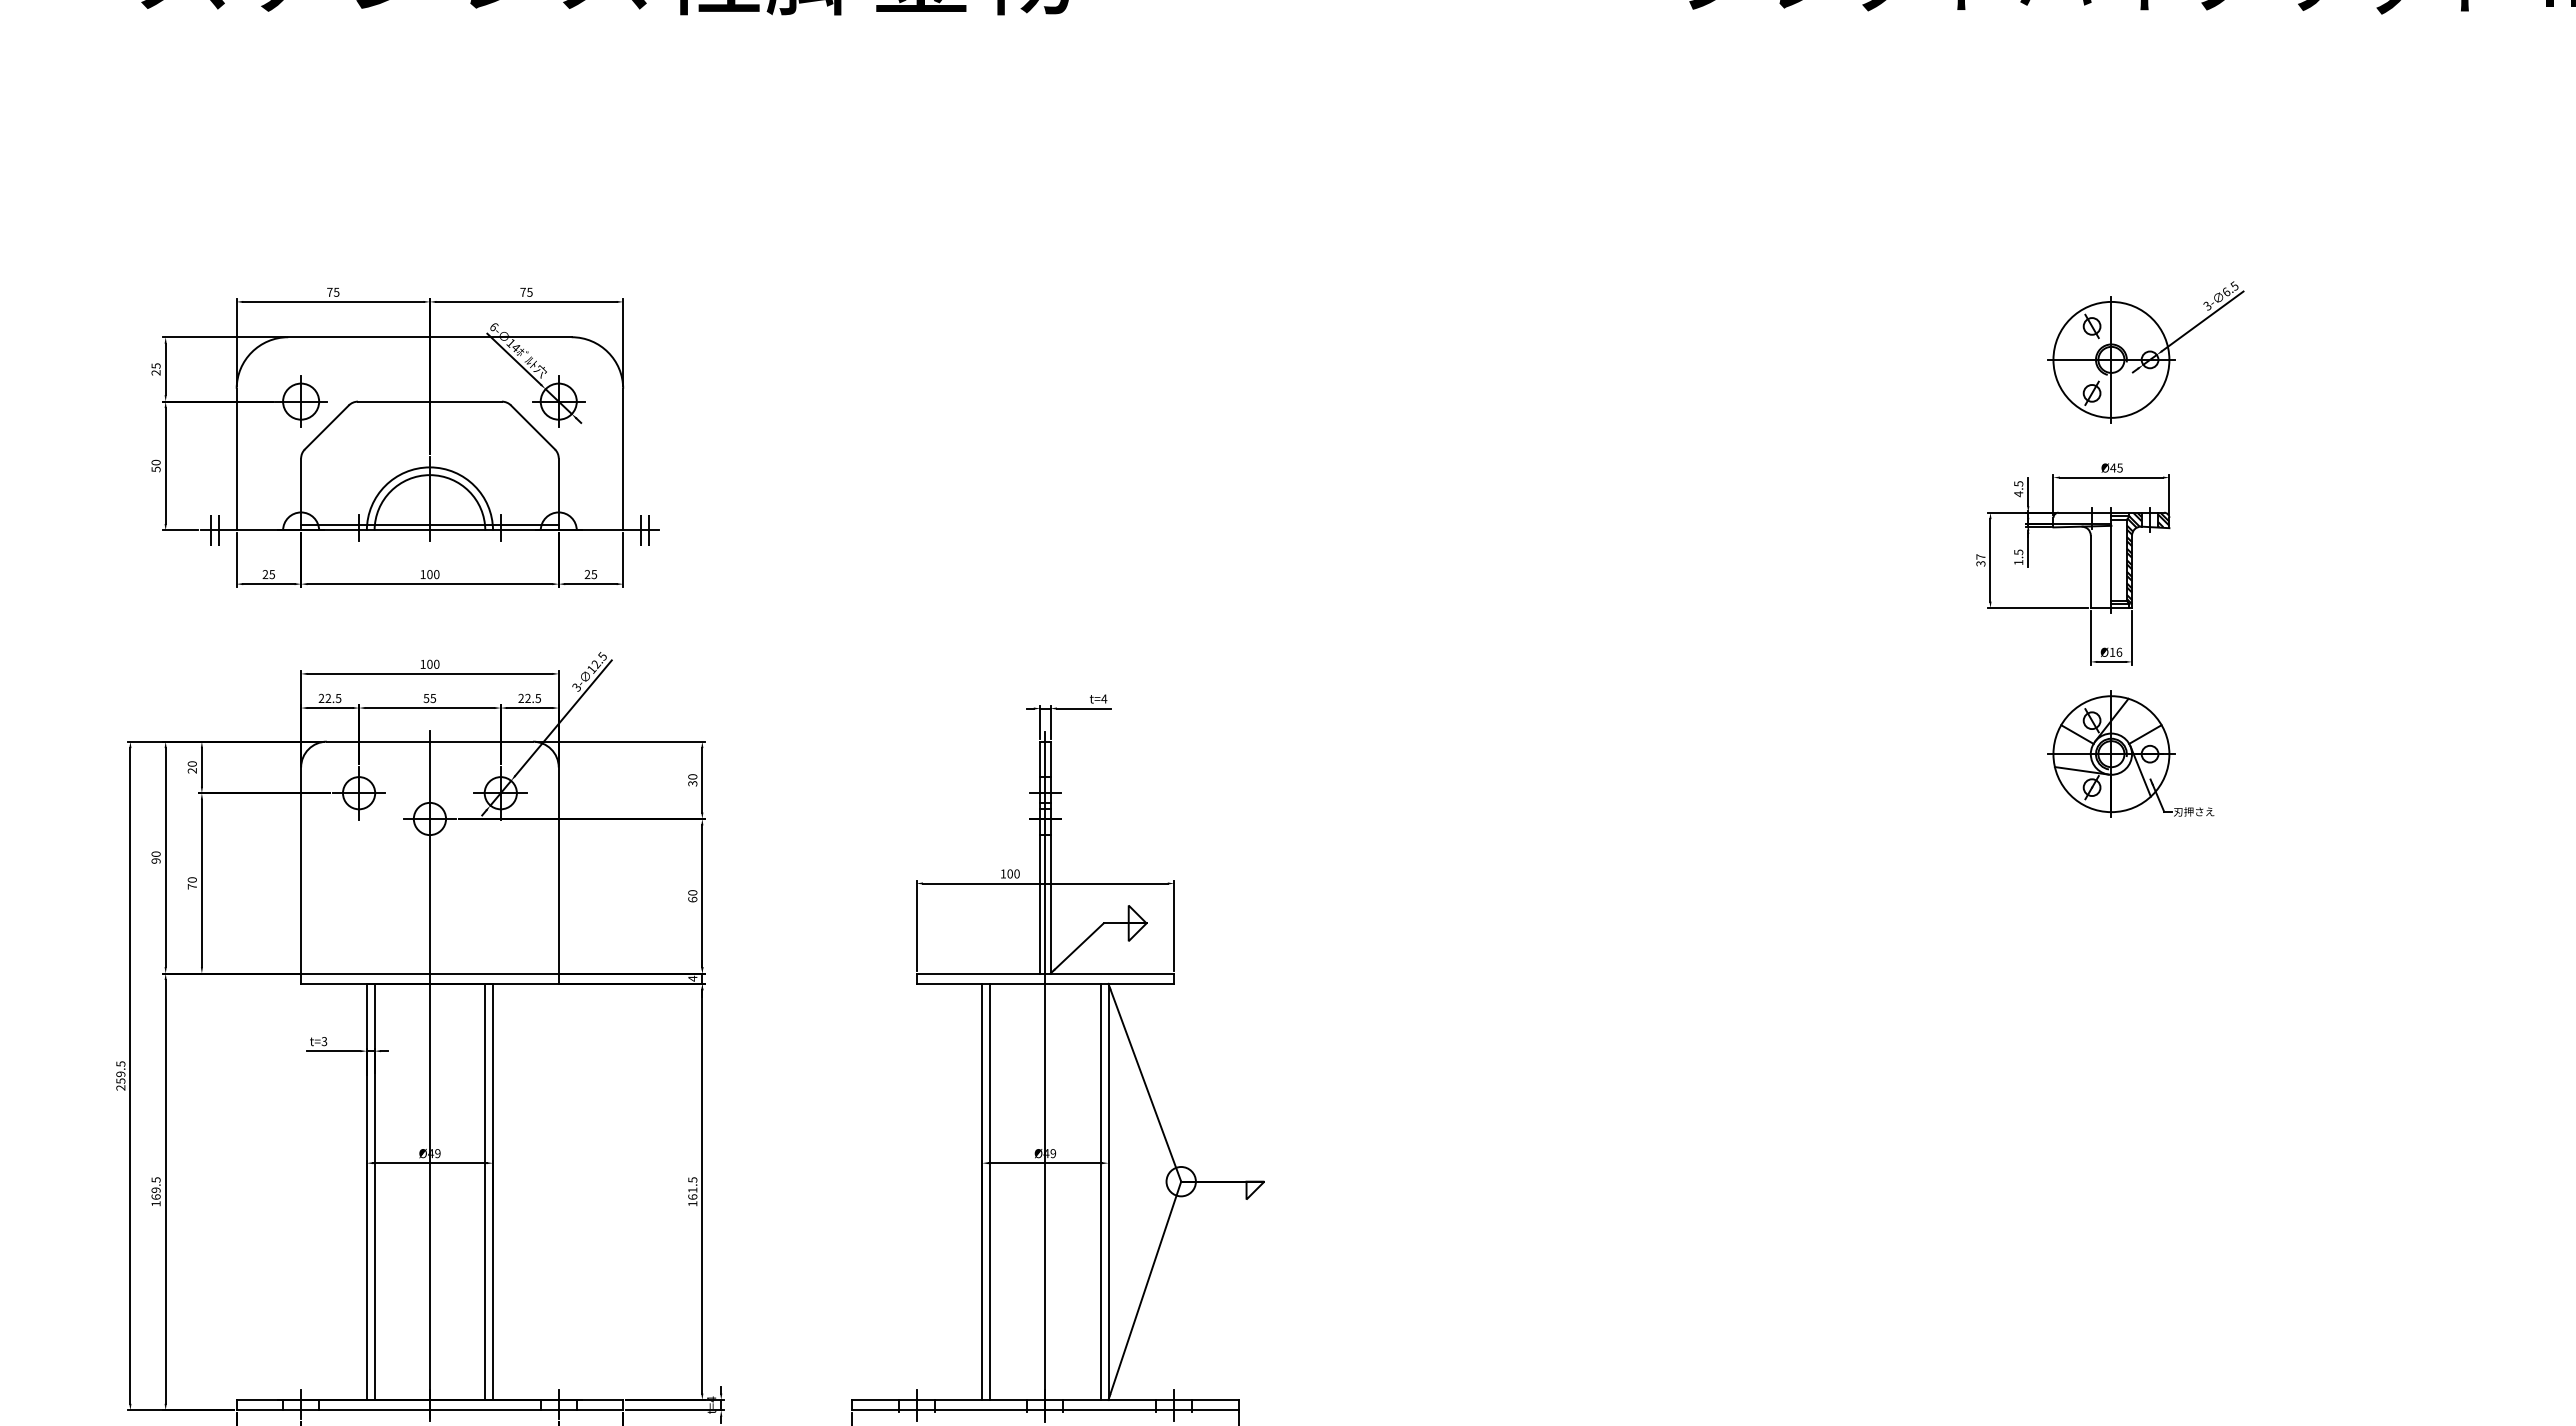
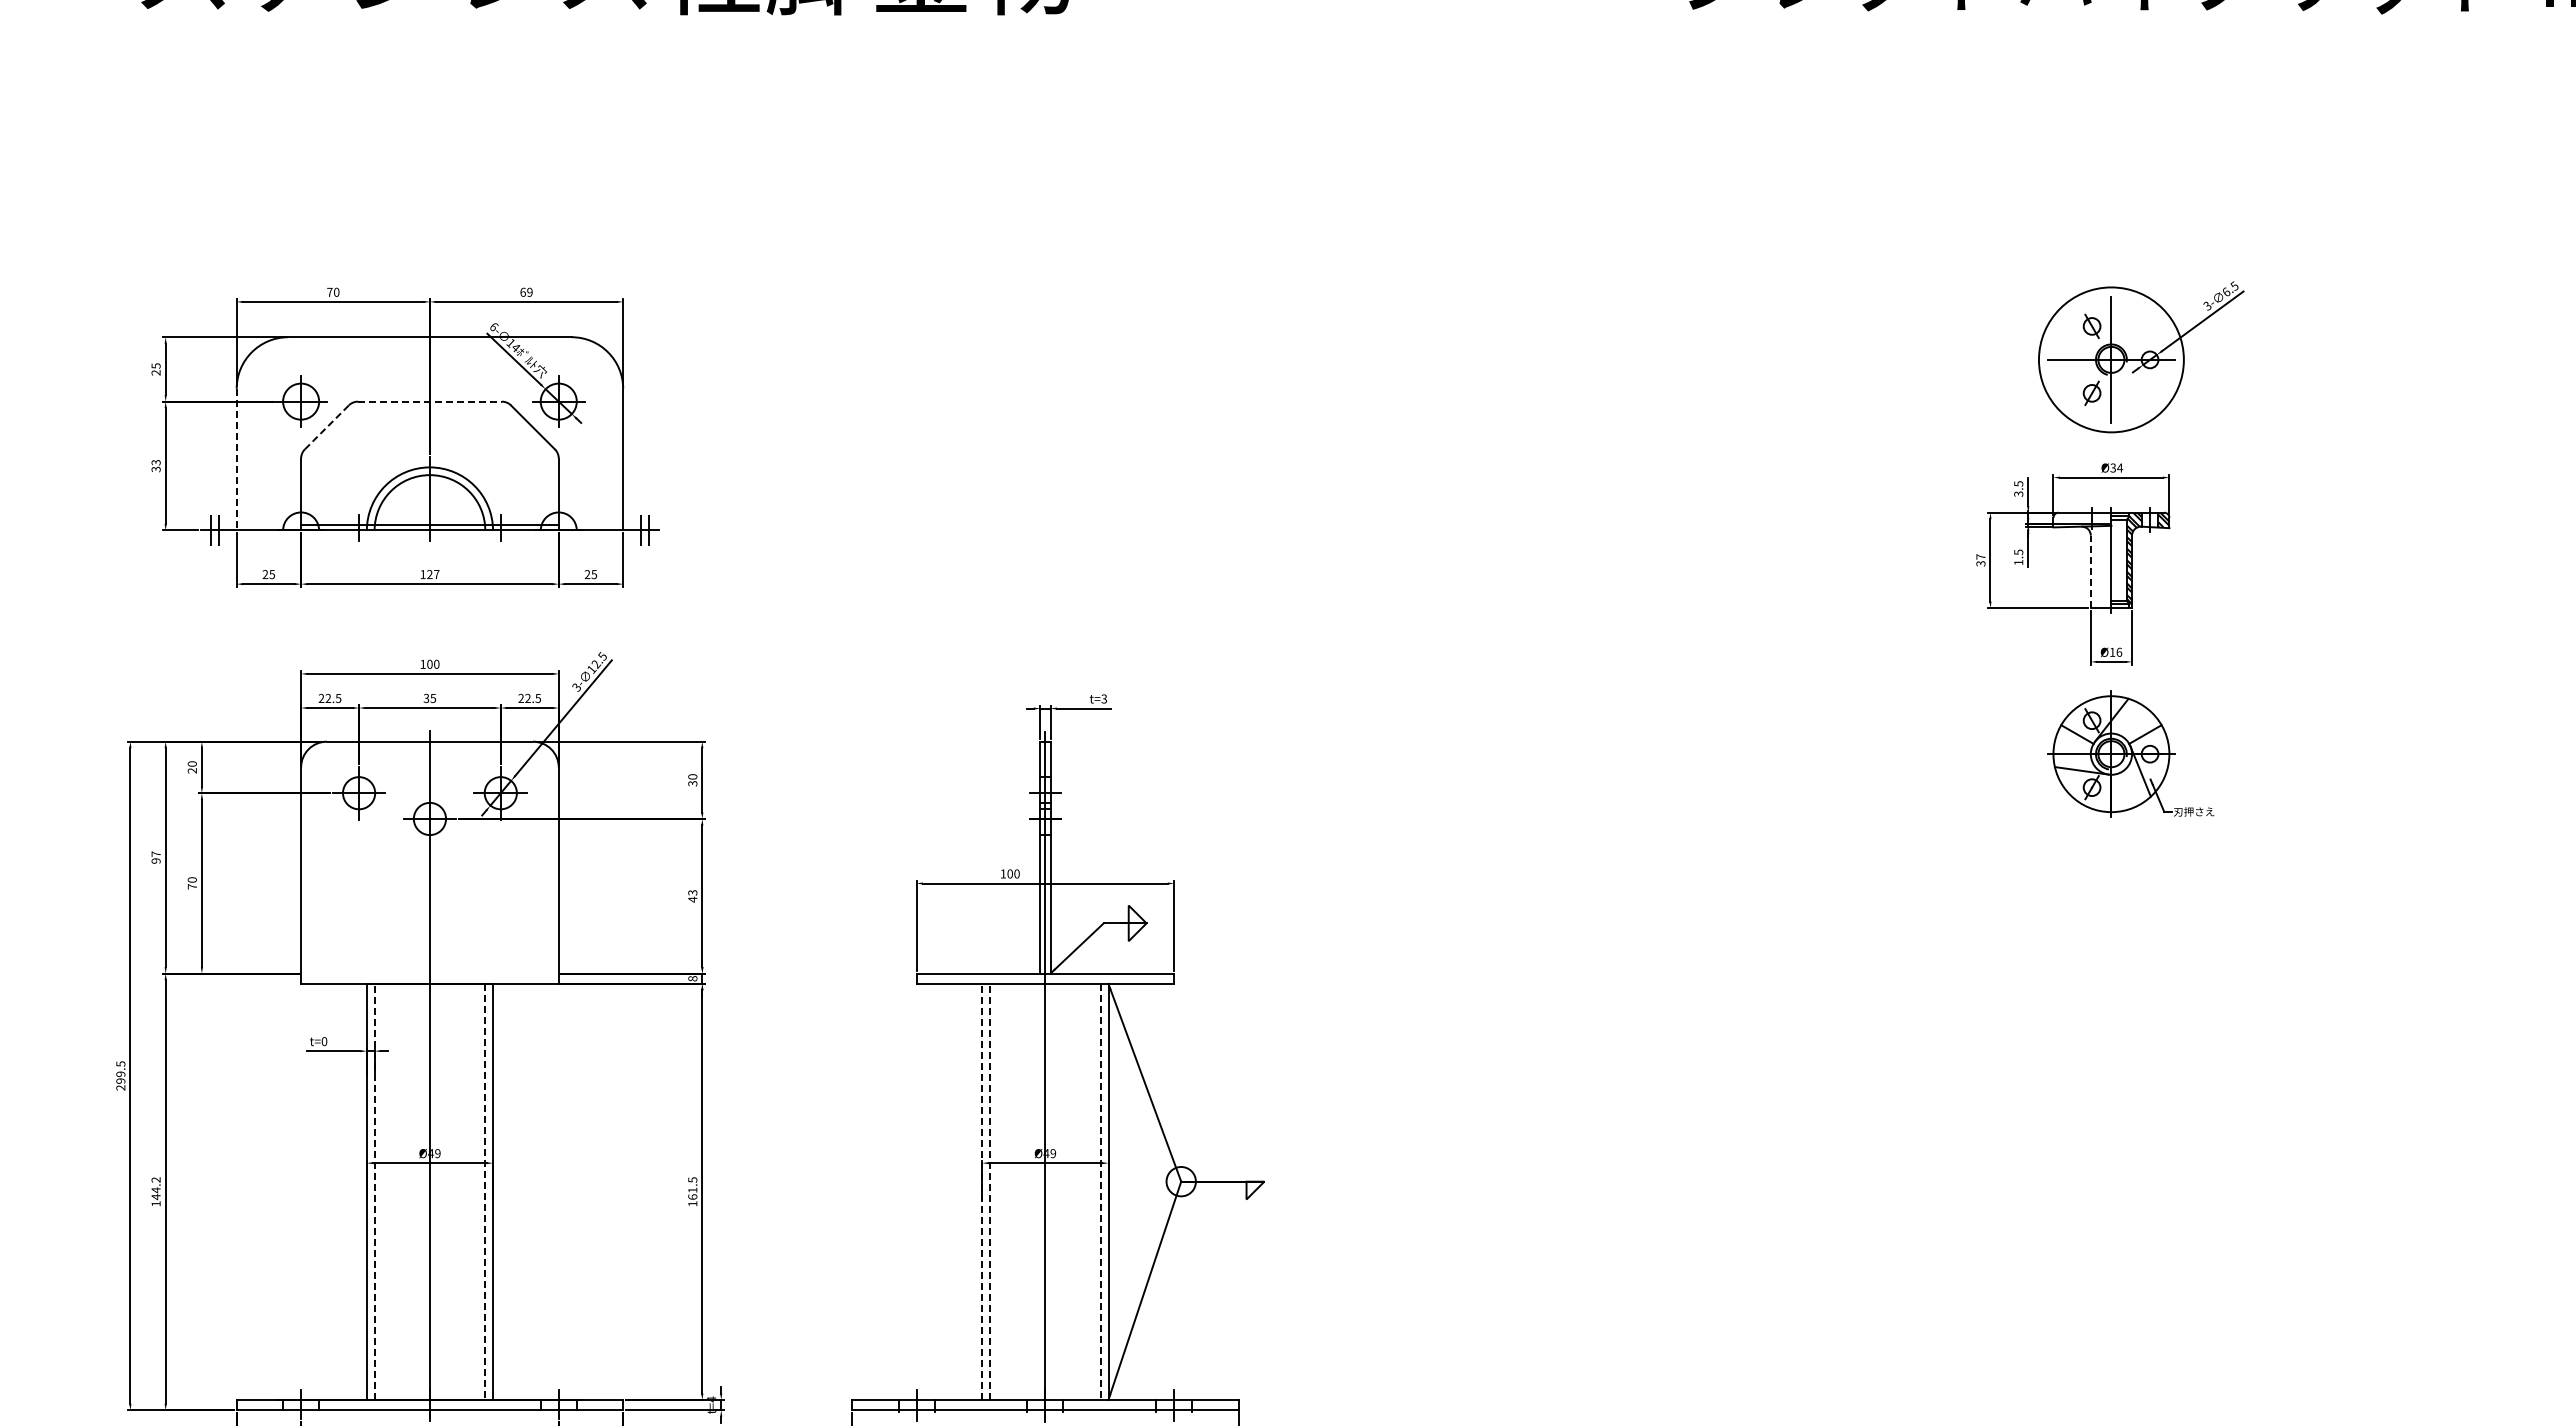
text at (336, 291): 75 -> 70
text at (526, 291): 75 -> 69
circle at (2111, 359) diameter: 116 px -> 145 px
line at (429, 401): solid -> dashed
line at (327, 427): solid -> dashed
line at (236, 459): solid -> dashed
text at (155, 465): 50 -> 33
text at (2116, 467): Ø45 -> Ø34
text at (2018, 494): 4.5 -> 3.5
line at (2090, 571): solid -> dashed
text at (433, 574): 100 -> 127
text at (426, 697): 55 -> 35
text at (1104, 698): t=4 -> t=3
text at (155, 853): 90 -> 97
text at (692, 896): 60 -> 43
line at (429, 973): present -> none
text at (692, 978): 4 -> 8
text at (324, 1041): t=3 -> t=0
text at (120, 1080): 259.5 -> 299.5
text at (155, 1188): 169.5 -> 144.2
line at (374, 1191): solid -> dashed
line at (982, 1191): solid -> dashed
line at (990, 1191): solid -> dashed
line at (485, 1192): solid -> dashed
line at (1100, 1192): solid -> dashed
